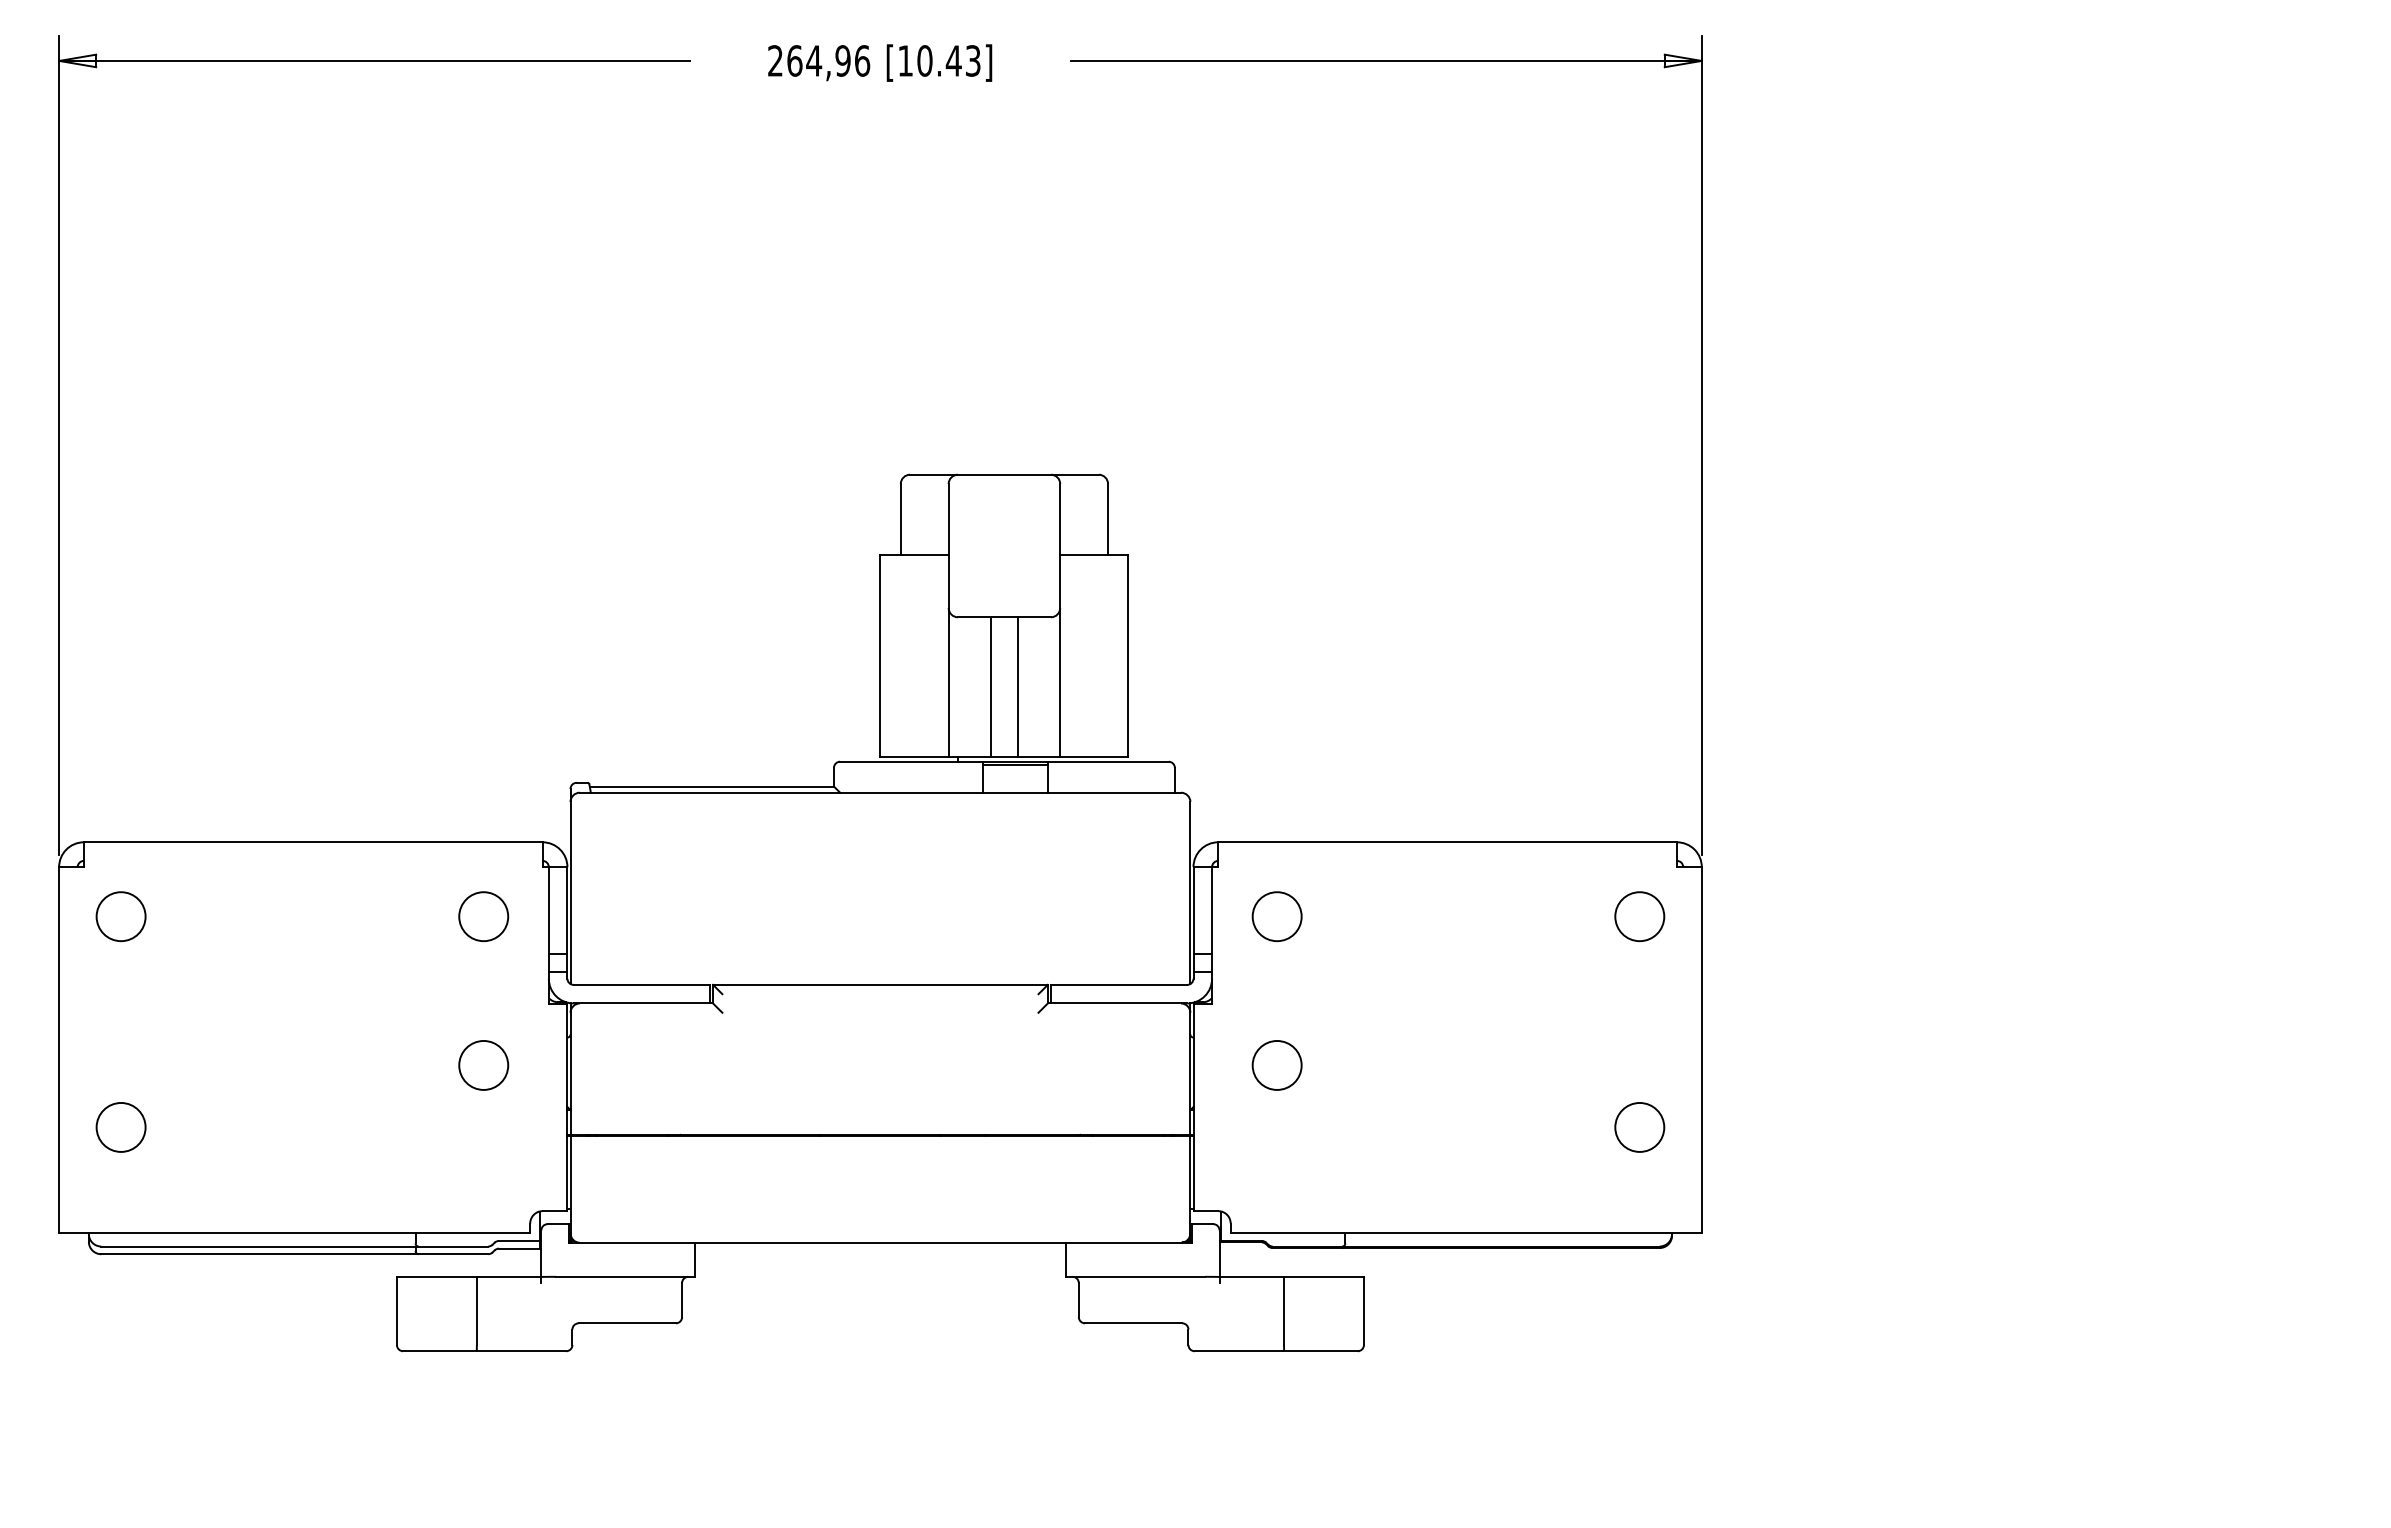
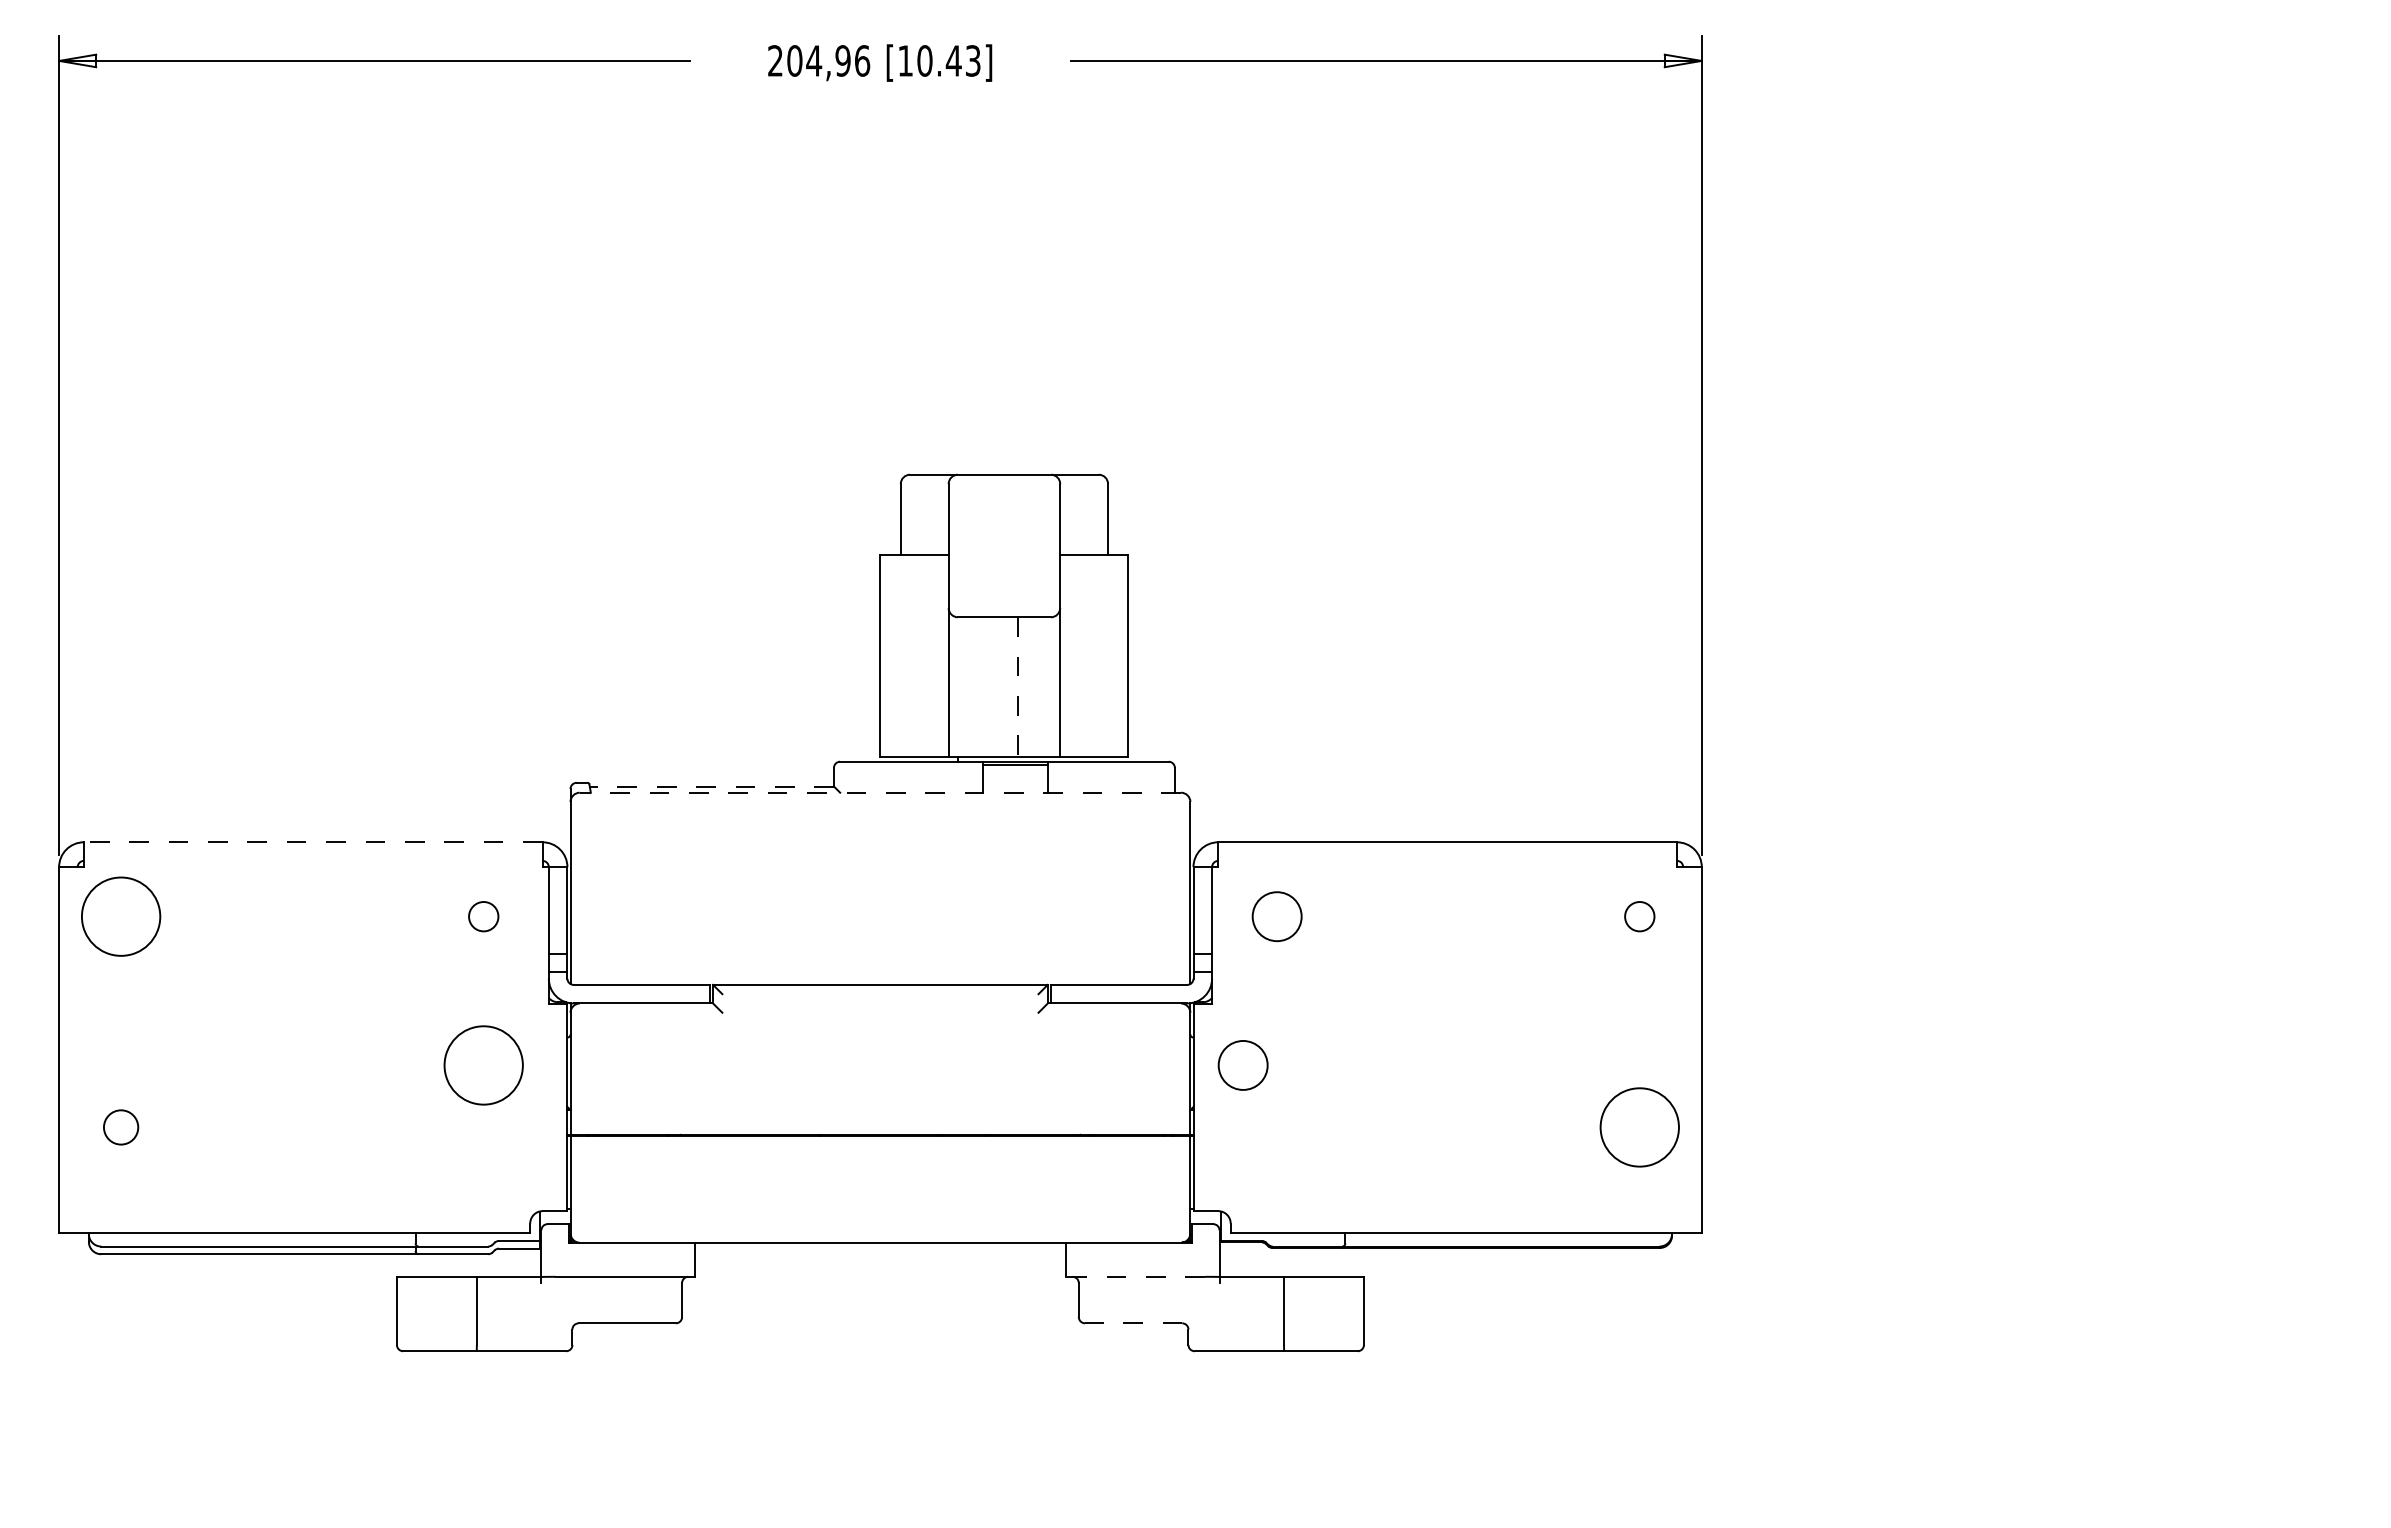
text at (794, 60): 264,96 -> 204,96
line at (990, 686): present -> none
line at (1018, 687): solid -> dashed
line at (711, 786): solid -> dashed
line at (880, 792): solid -> dashed
line at (312, 842): solid -> dashed
circle at (120, 916) diameter: 49 px -> 78 px
circle at (483, 916) diameter: 49 px -> 29 px
circle at (1639, 916) diameter: 49 px -> 29 px
circle at (483, 1064) diameter: 49 px -> 78 px
circle at (1276, 1065) position: (1276, 1065) -> (1242, 1065)
circle at (120, 1126) diameter: 49 px -> 34 px
circle at (1639, 1126) diameter: 49 px -> 78 px
line at (1135, 1276): solid -> dashed
line at (1133, 1323): solid -> dashed
